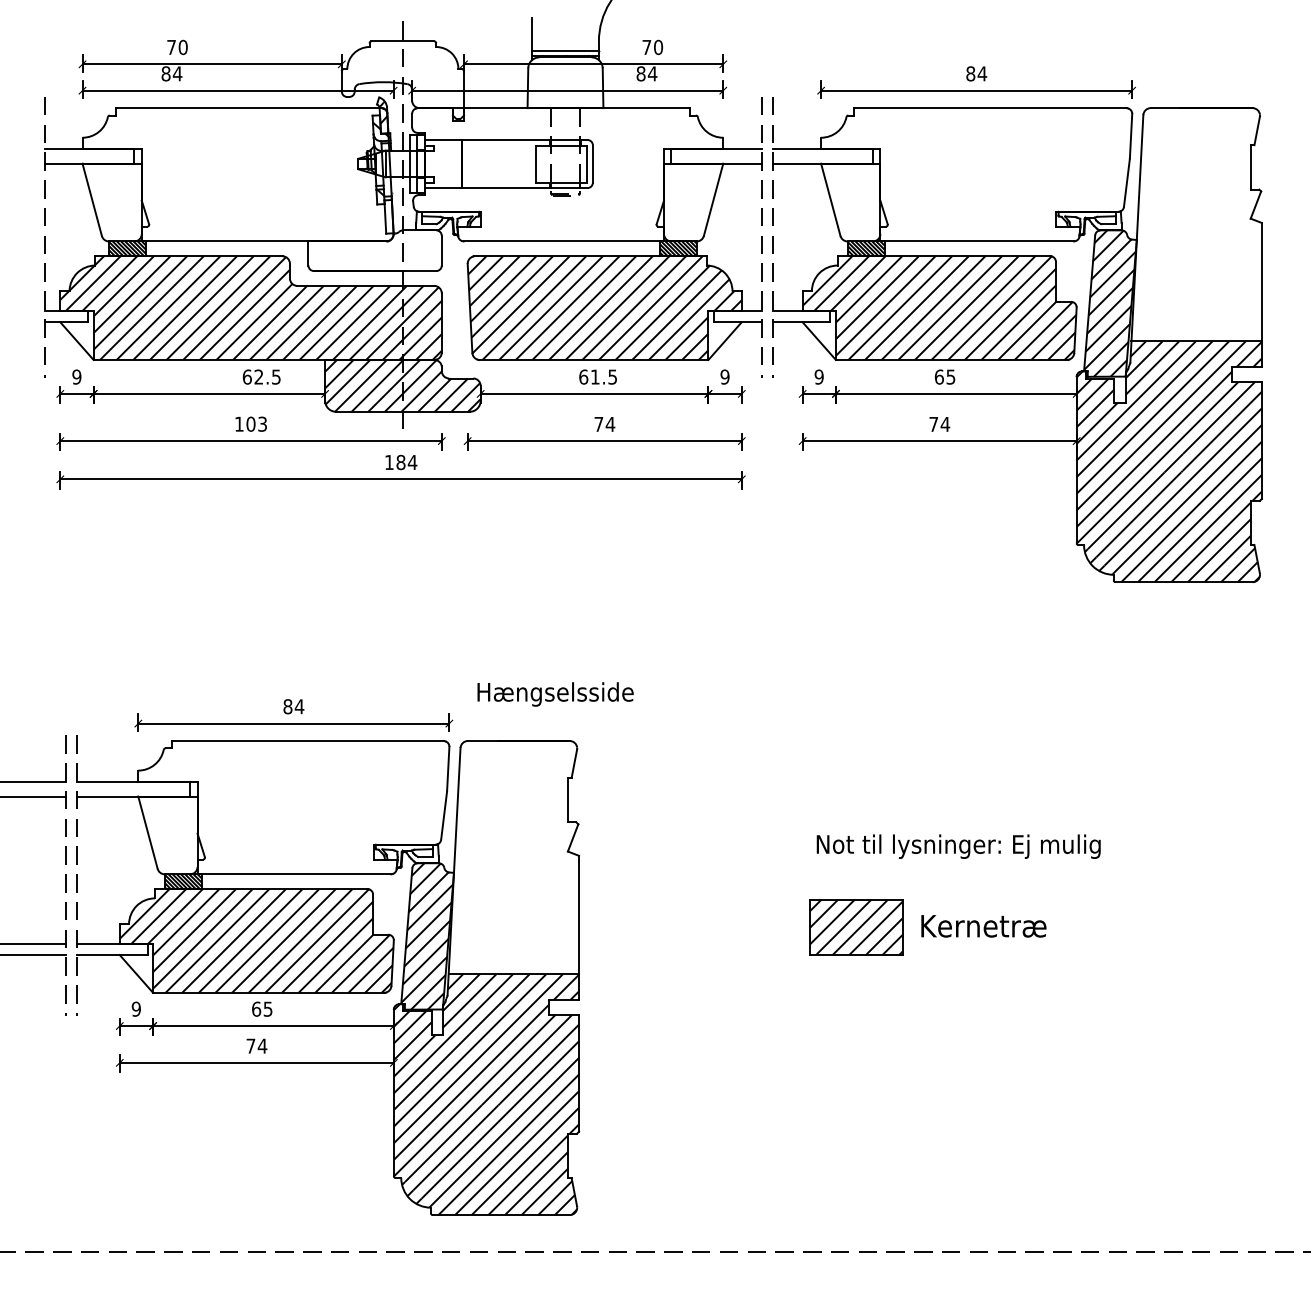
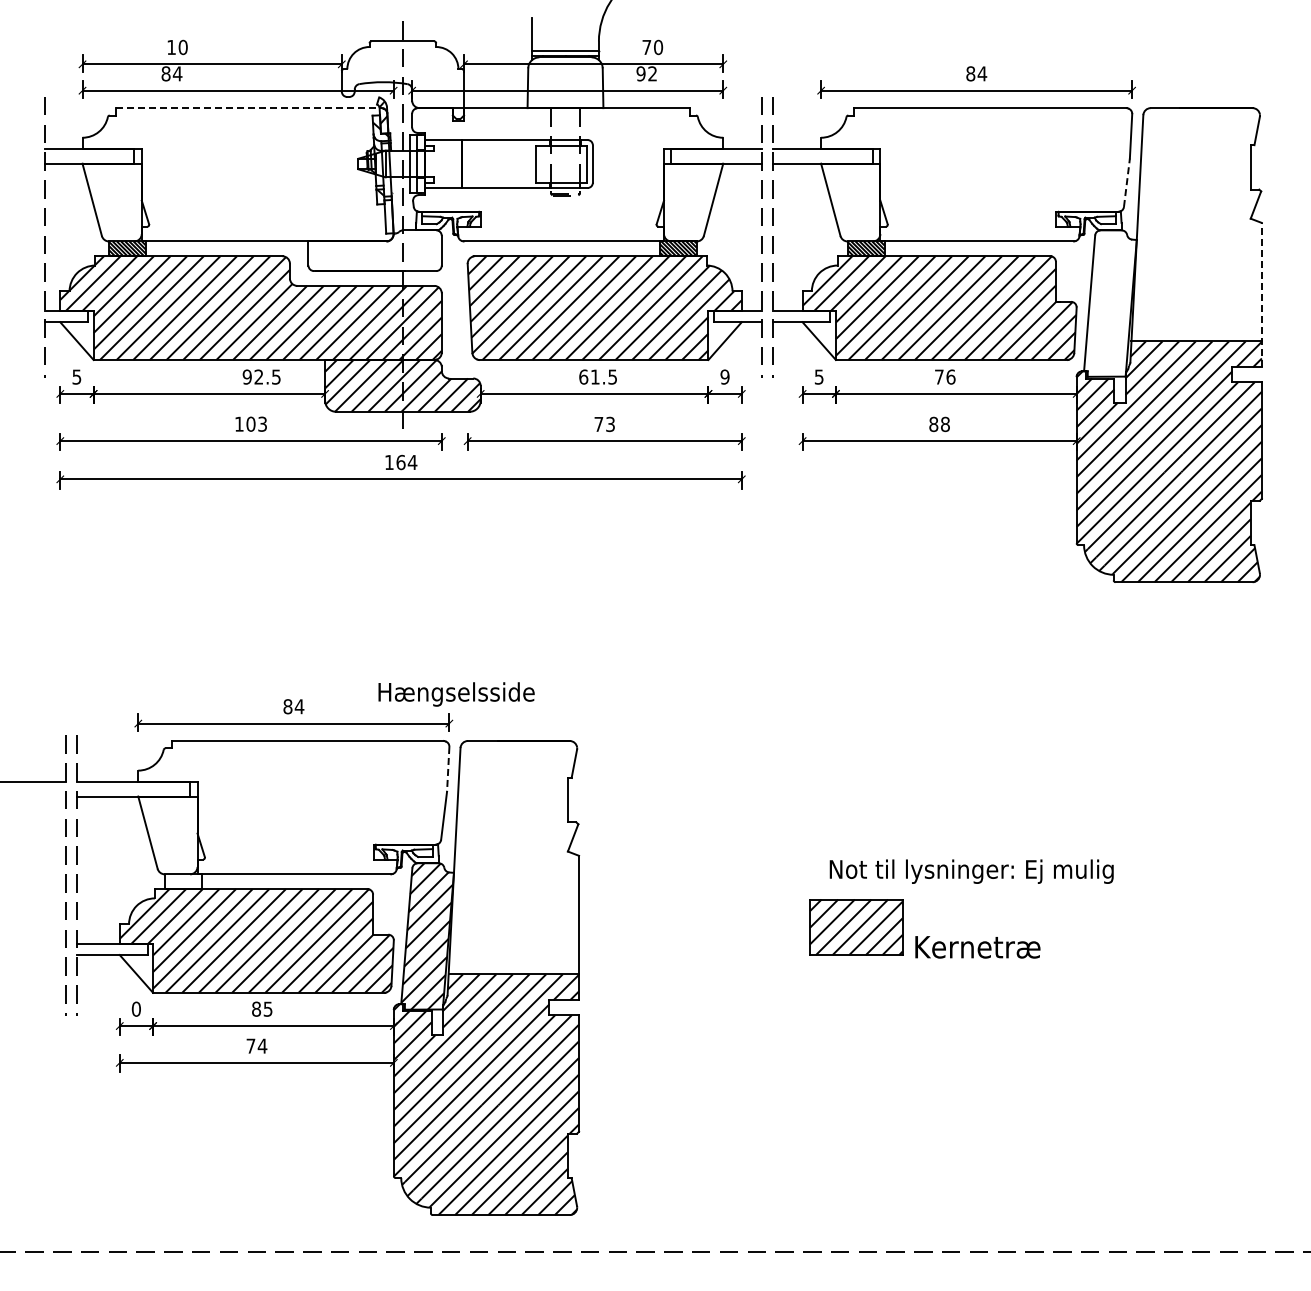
text at (171, 47): 70 -> 10
text at (646, 73): 84 -> 92
line at (249, 108): solid -> dashed
line at (1126, 182): solid -> dashed
line at (1261, 294): solid -> dashed
hatch at (1109, 303): present -> none
text at (76, 376): 9 -> 5
text at (246, 376): 62.5 -> 92.5
text at (818, 376): 9 -> 5
text at (944, 376): 65 -> 76
text at (610, 424): 74 -> 73
text at (939, 424): 74 -> 88
text at (400, 461): 184 -> 164
text at (555, 694) position: (555, 694) -> (456, 694)
line at (448, 769): solid -> dashed
line at (33, 796): present -> none
text at (958, 846) position: (958, 846) -> (971, 871)
hatch at (182, 881): present -> none
text at (983, 926) position: (983, 926) -> (977, 947)
line at (33, 943): present -> none
line at (33, 955): present -> none
text at (256, 1008): 65 -> 85
text at (135, 1009): 9 -> 0
